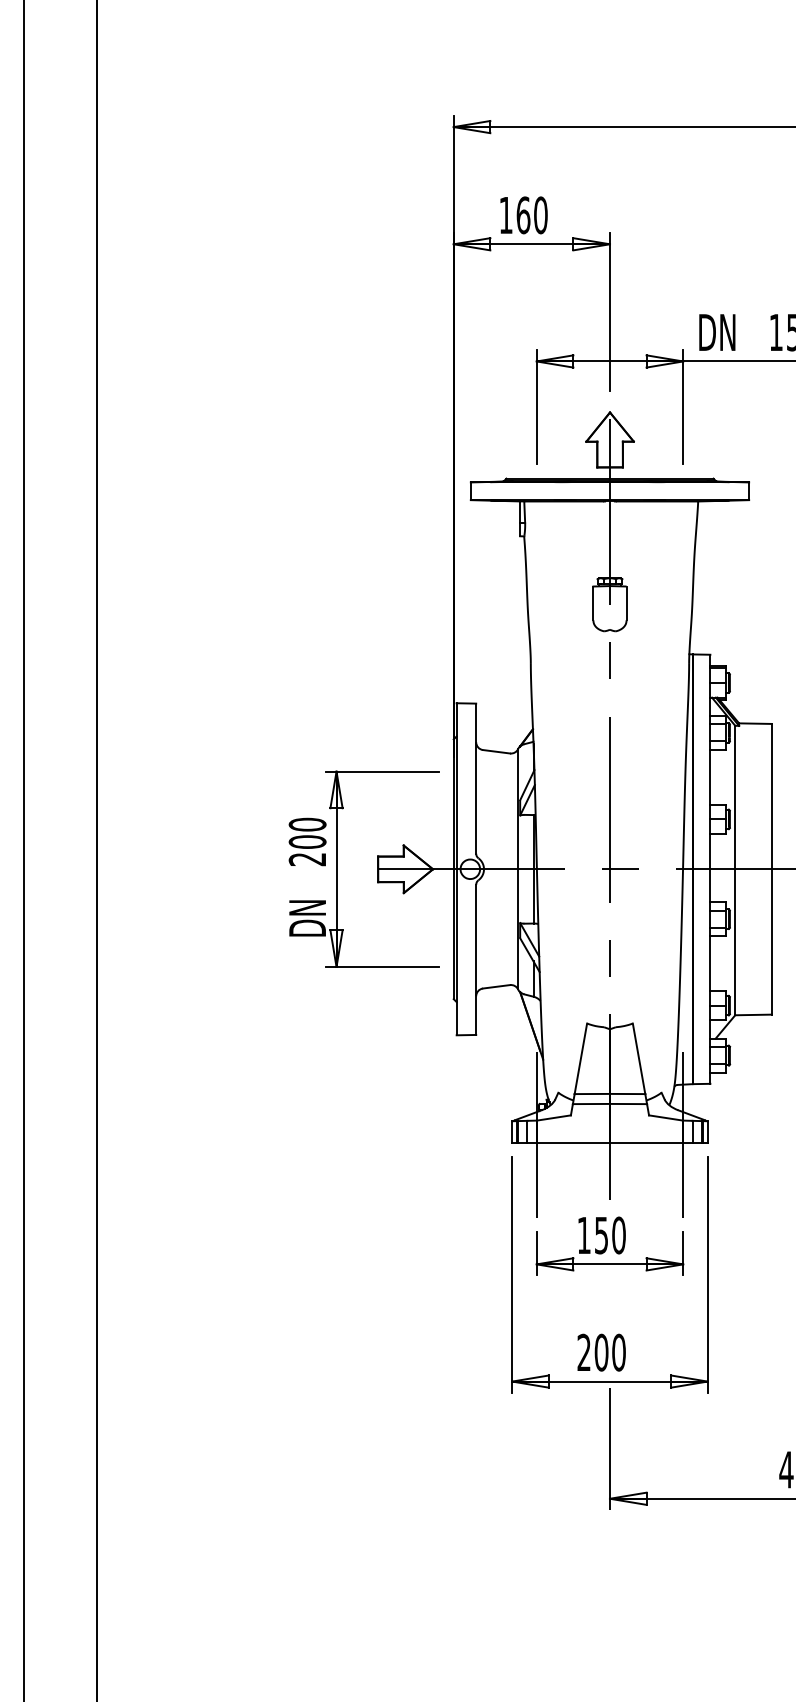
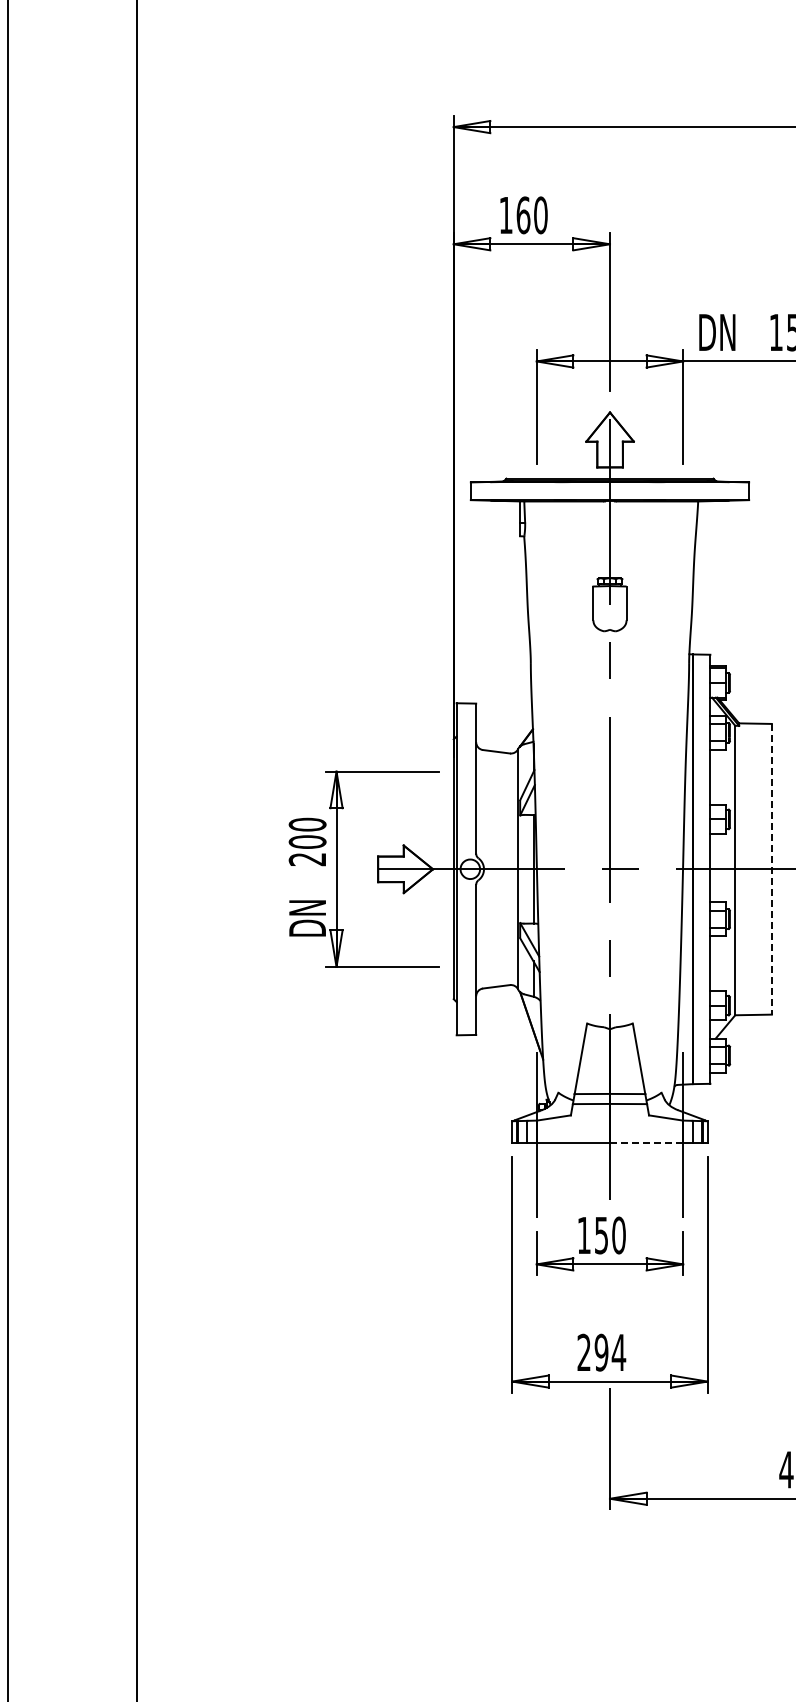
line at (24, 850) position: (24, 850) -> (8, 850)
line at (97, 850) position: (97, 850) -> (137, 850)
line at (771, 869): solid -> dashed
line at (646, 1142): solid -> dashed
text at (610, 1352): 200 -> 294
